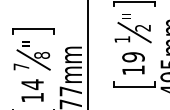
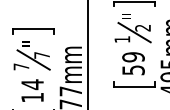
text at (42, 54): 8 -> 7
text at (133, 70): 19 -> 59
